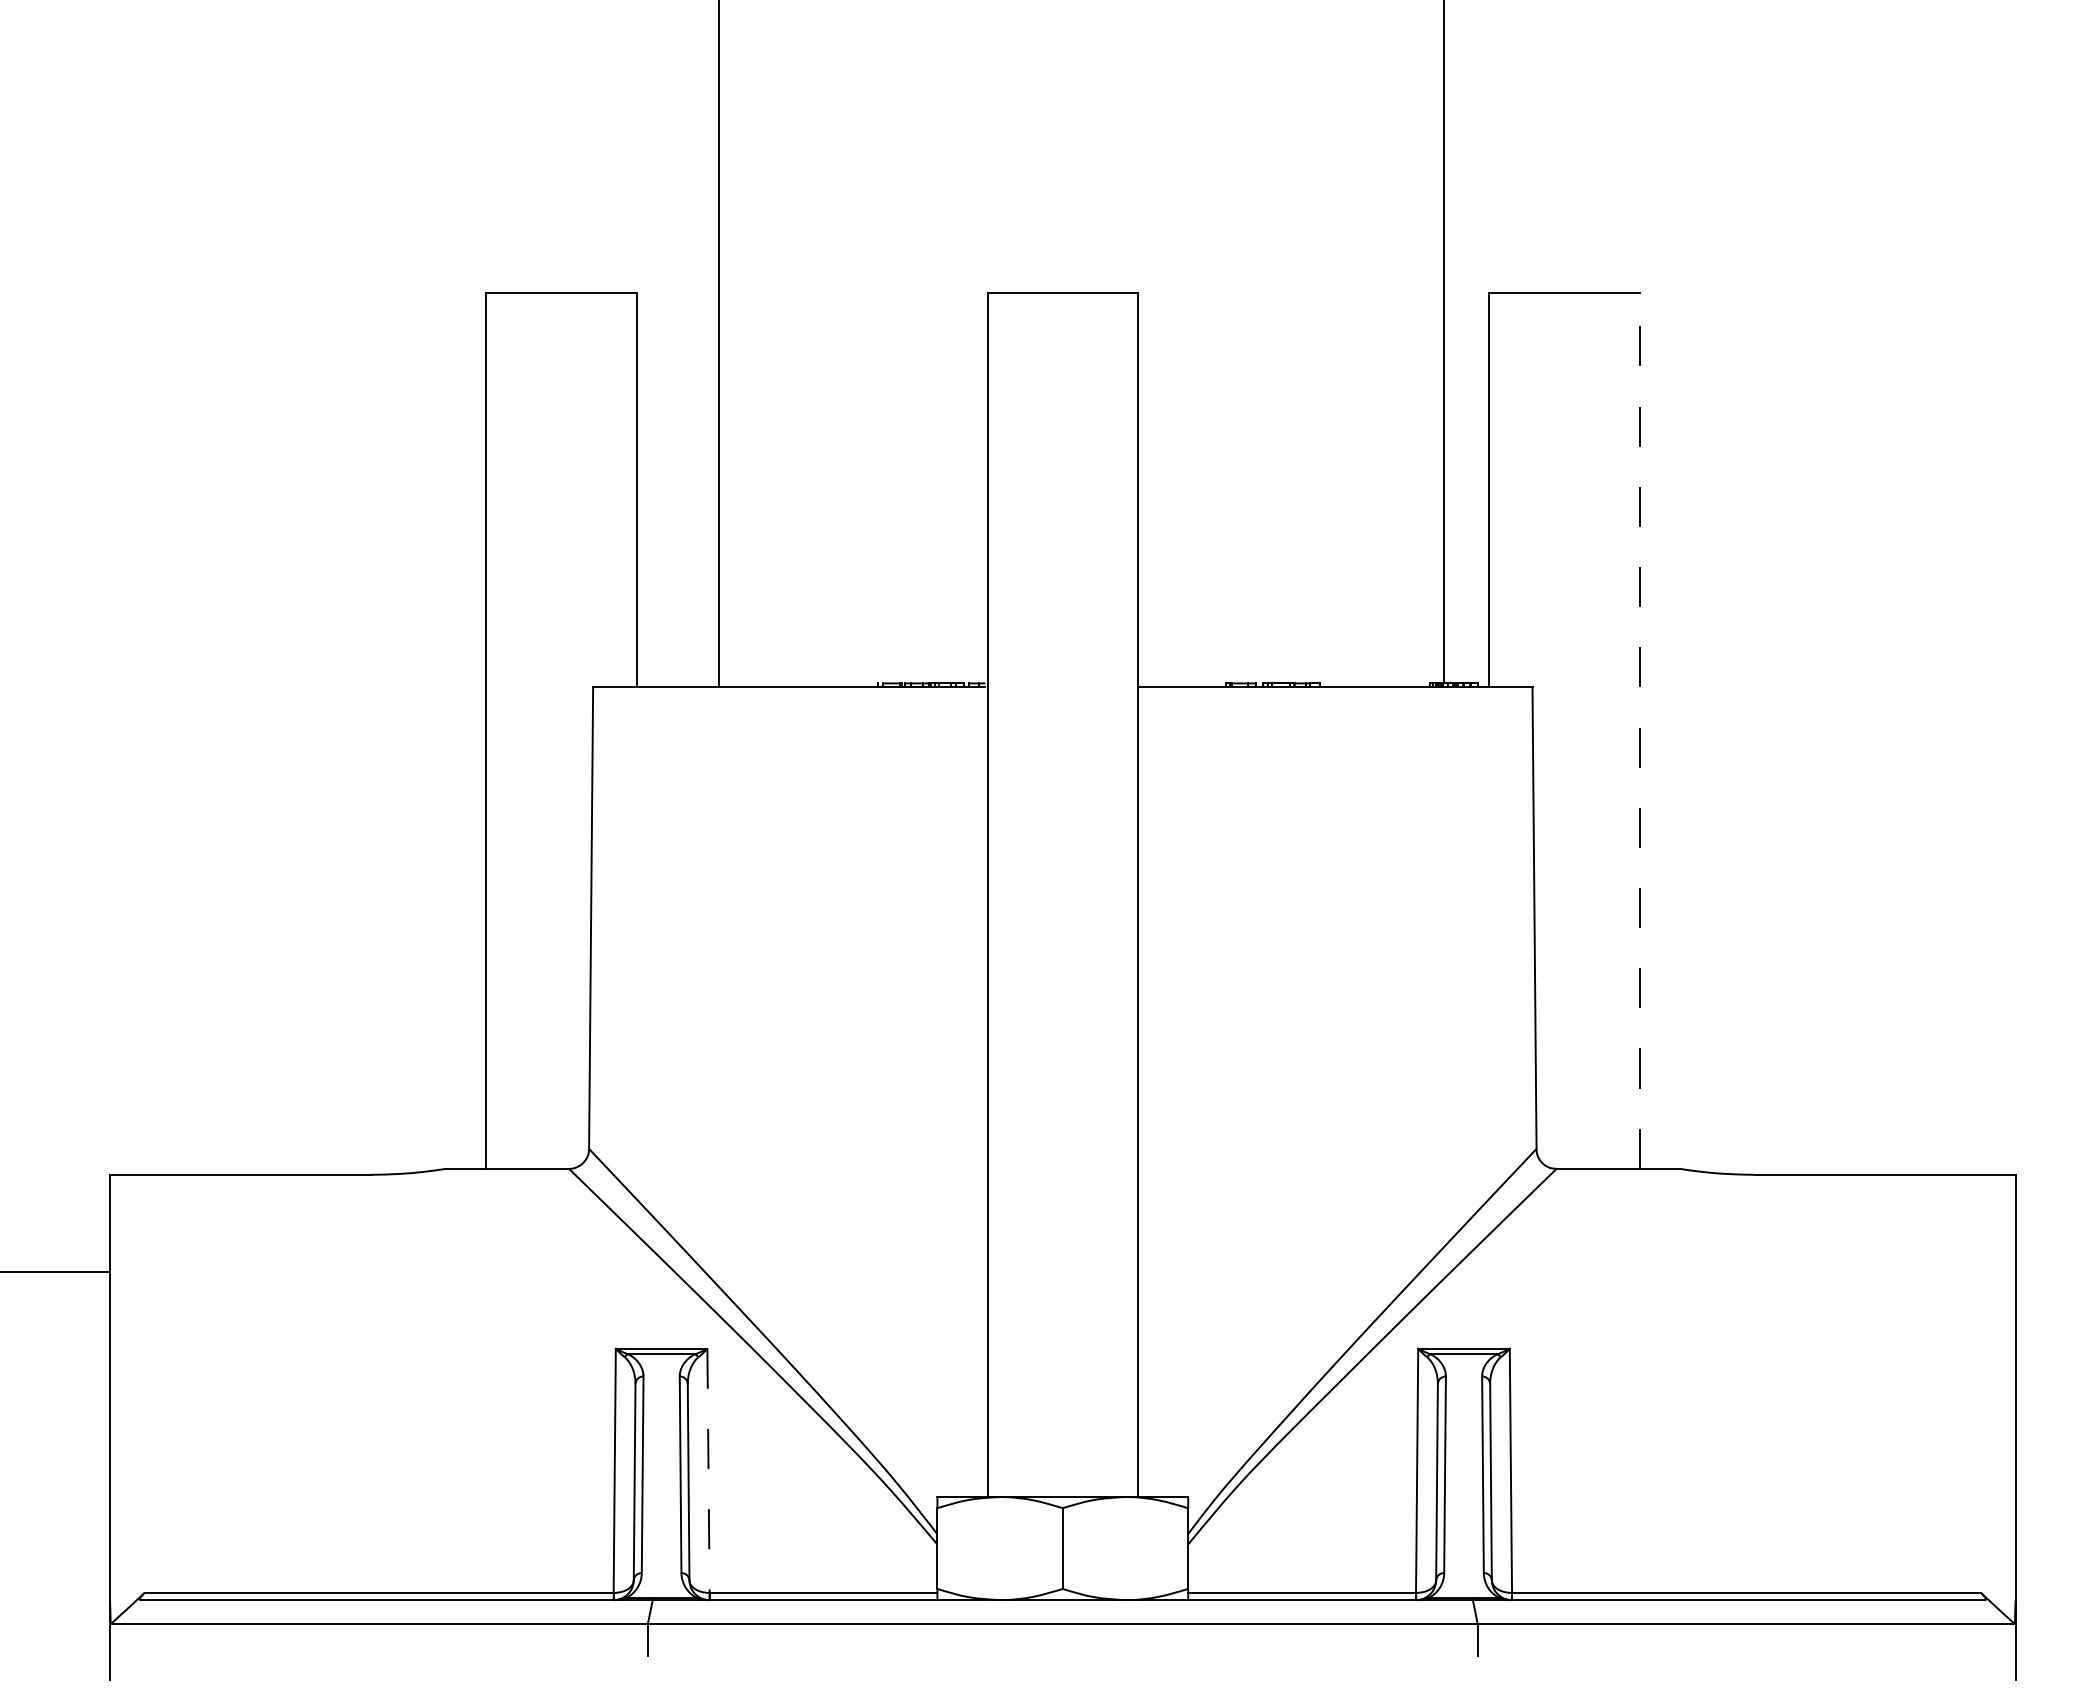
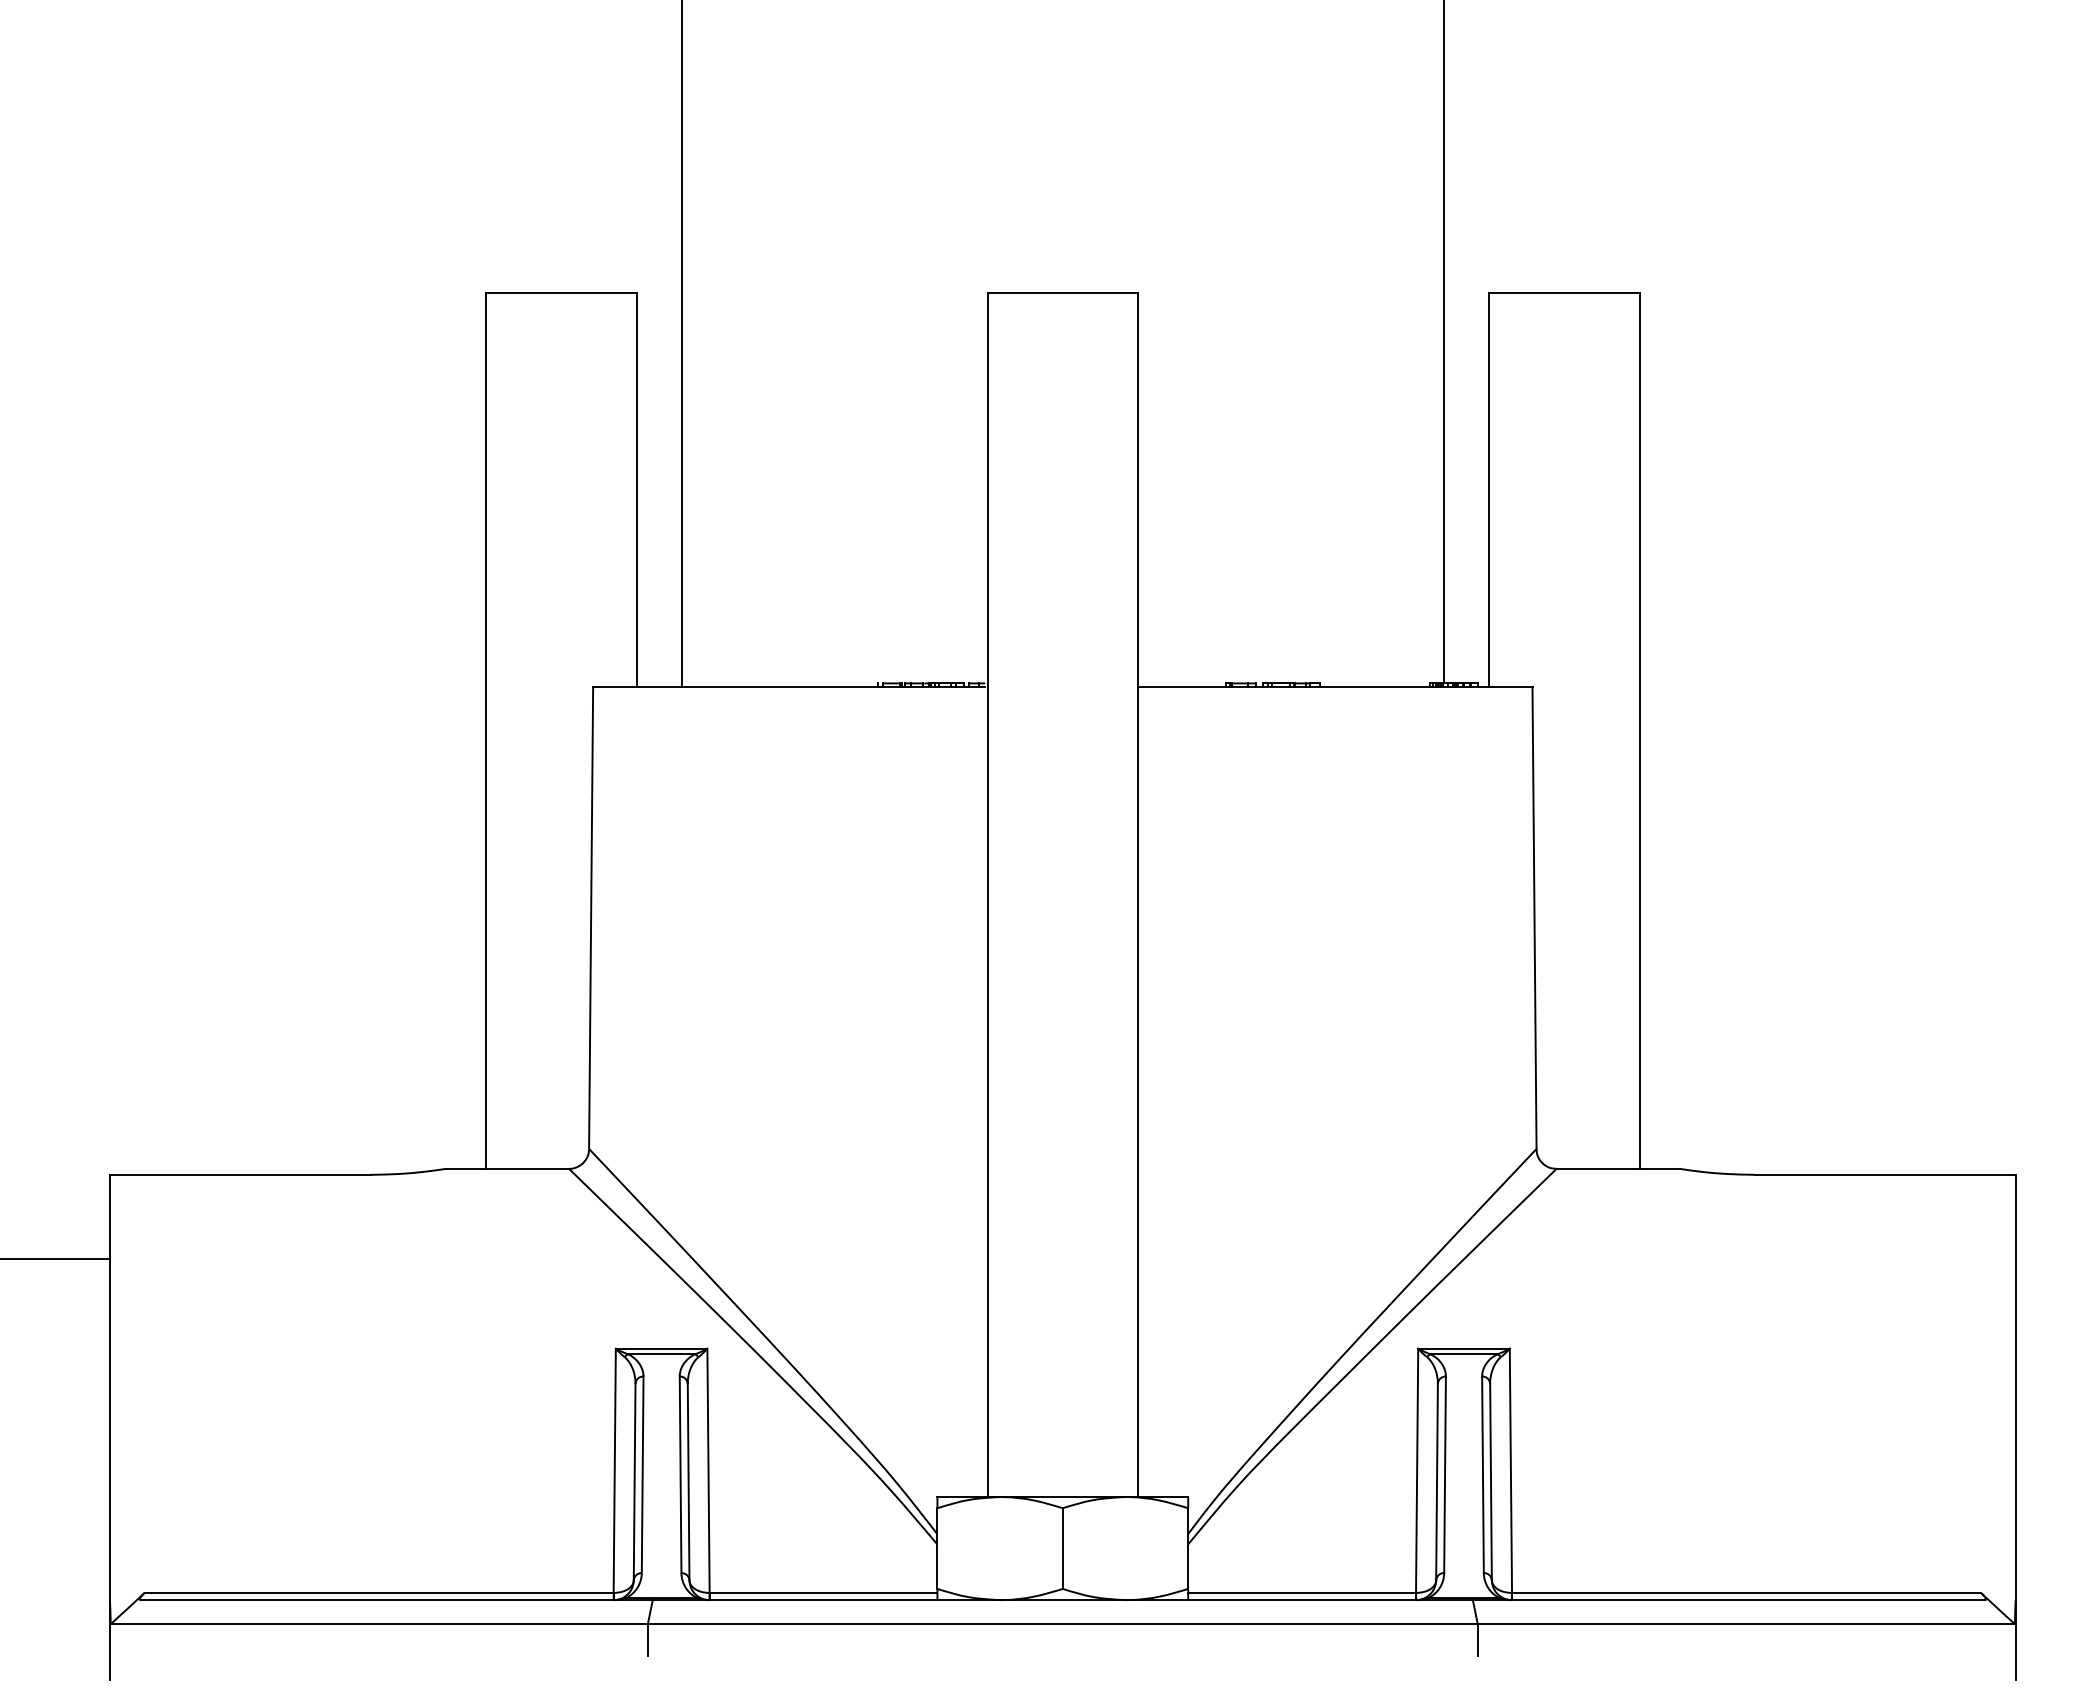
line at (718, 344) position: (718, 344) -> (681, 344)
line at (1639, 731): dashed -> solid
line at (55, 1272) position: (55, 1272) -> (55, 1259)
line at (708, 1471): dashed -> solid
